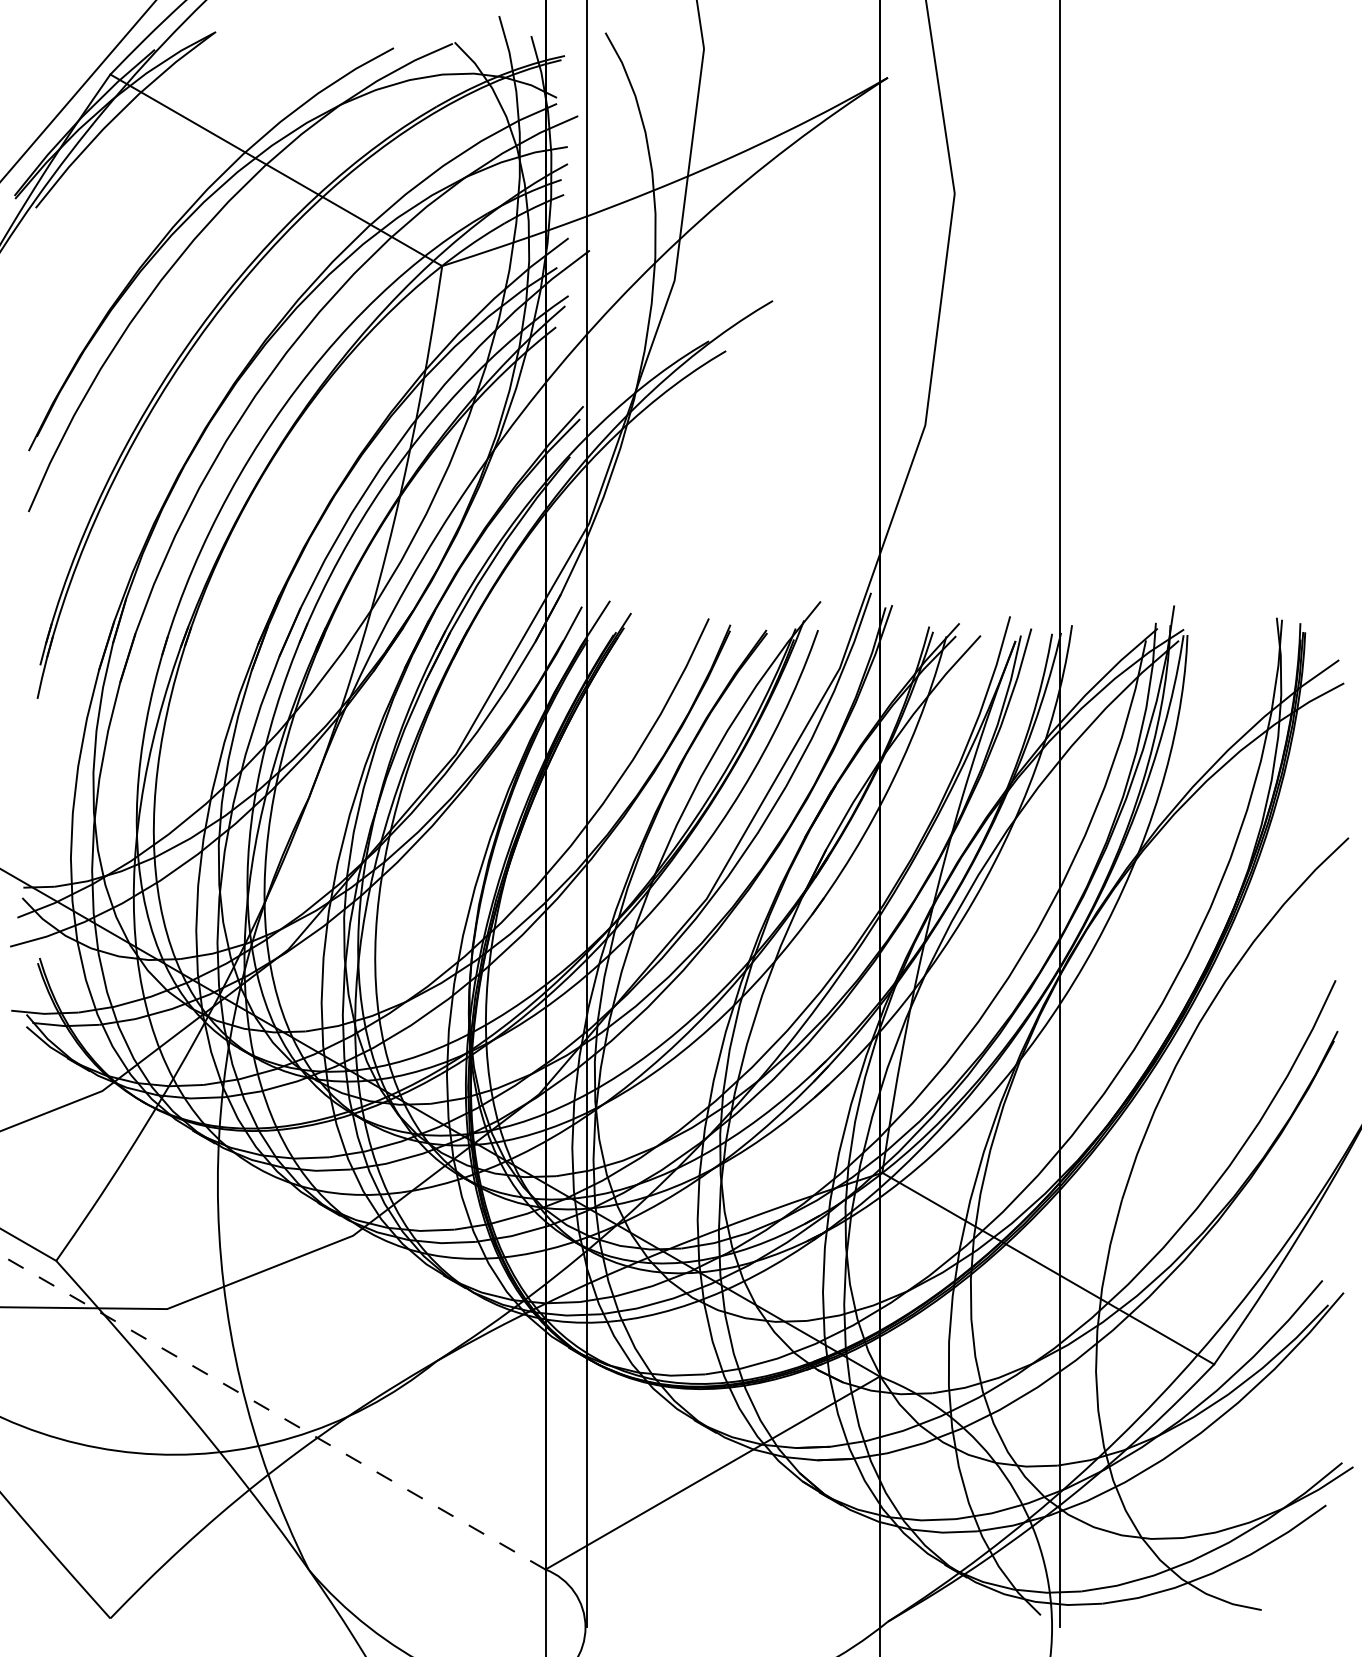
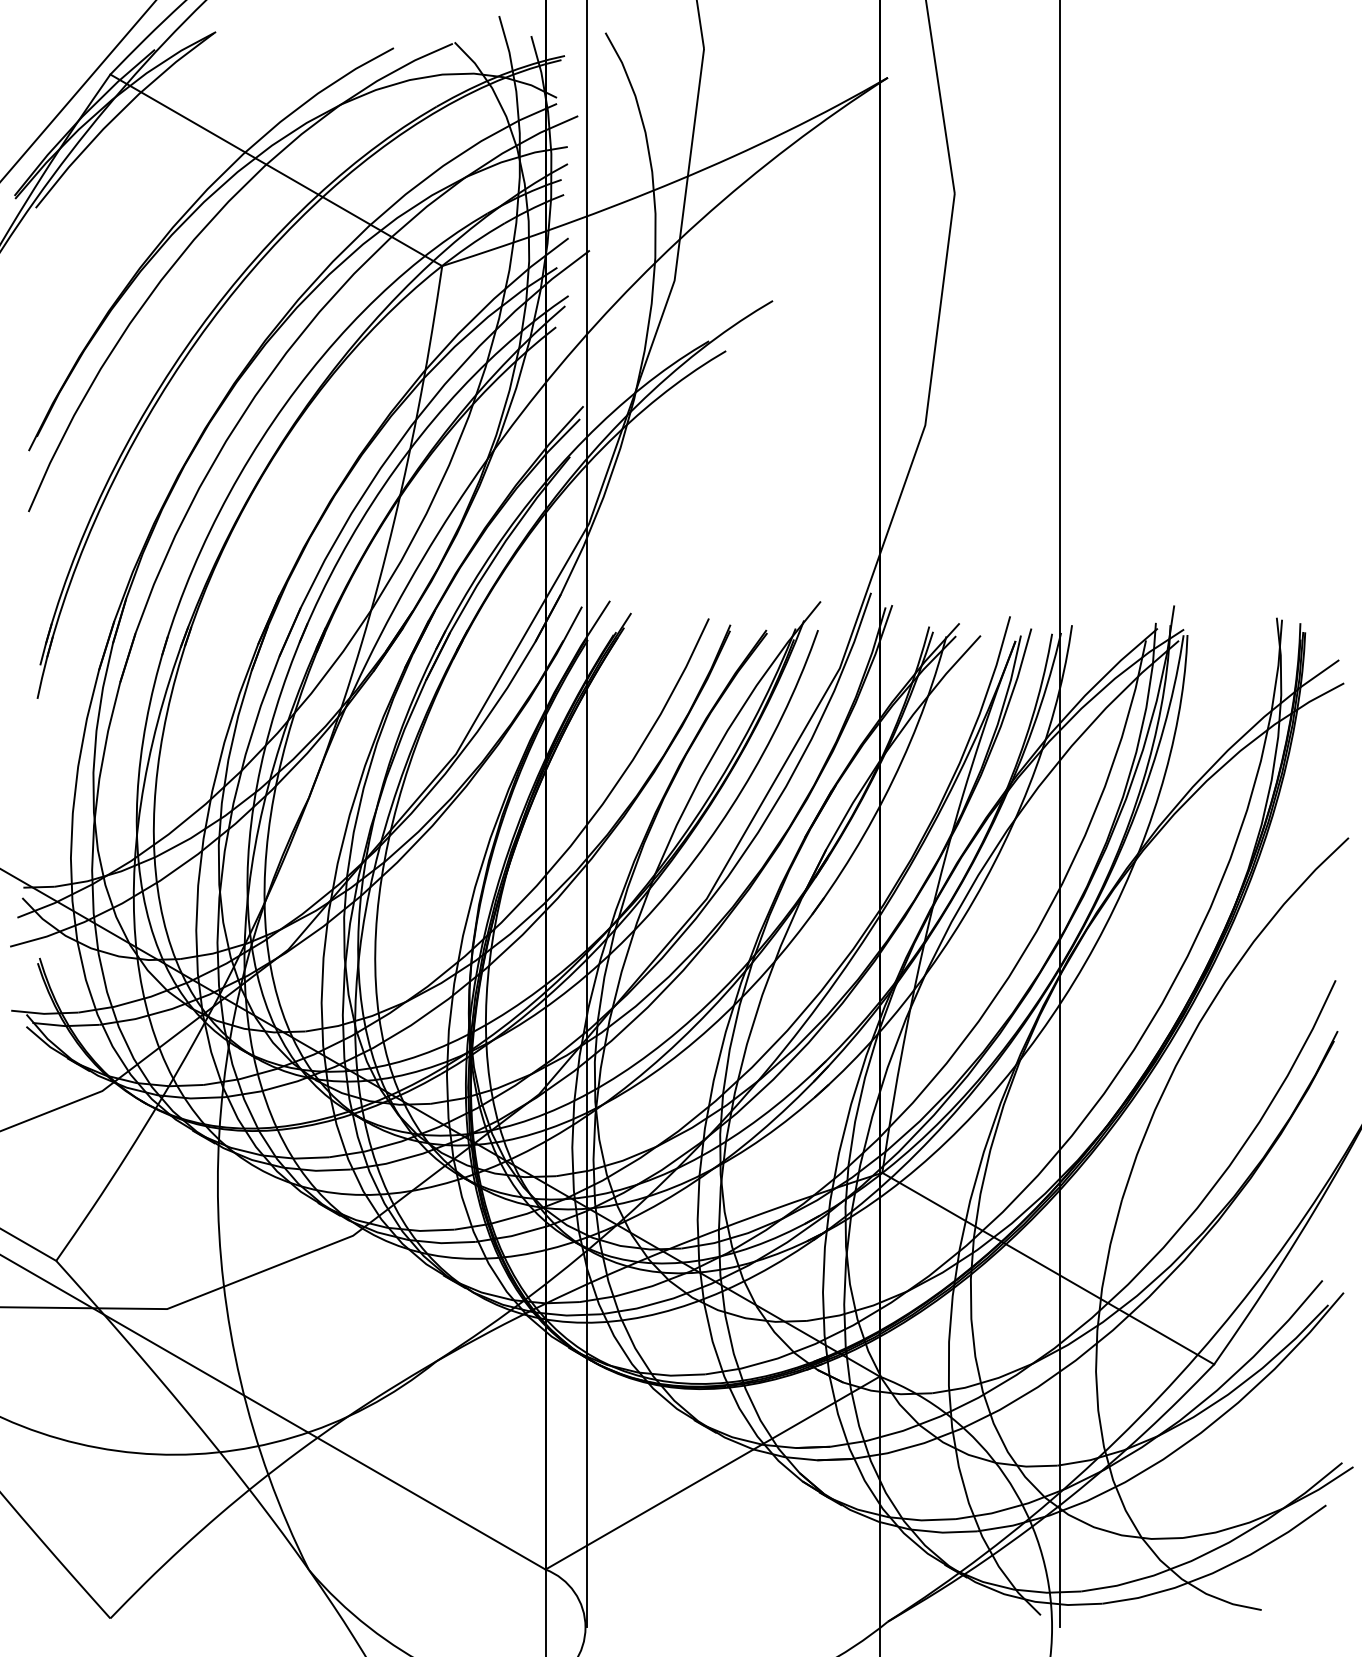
line at (272, 1412): dashed -> solid
